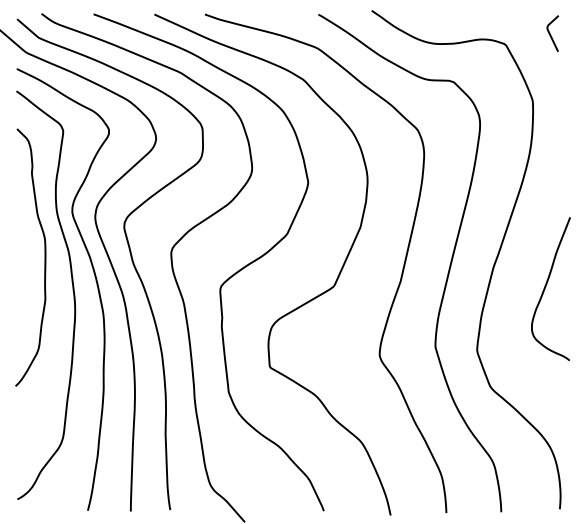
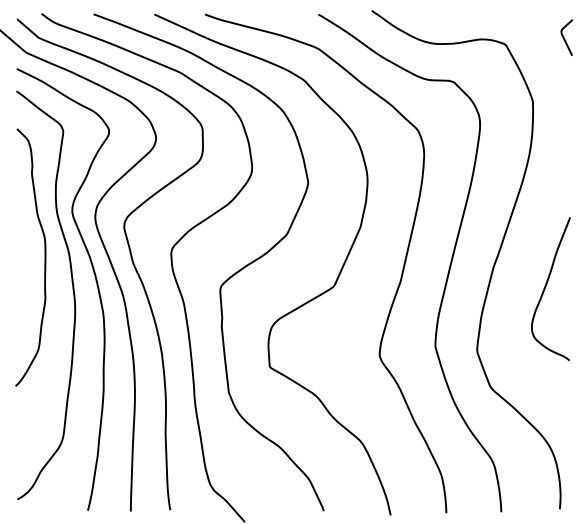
curve at (550, 33) position: (550, 33) -> (564, 37)
